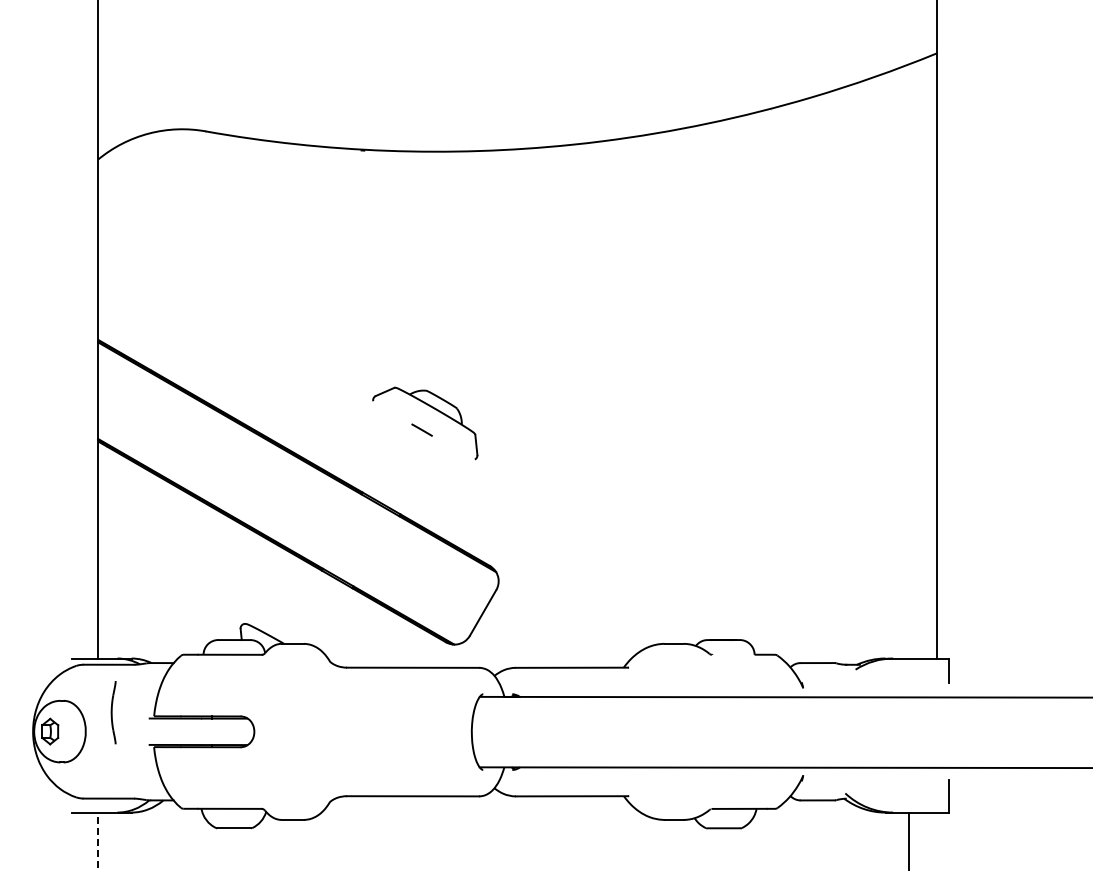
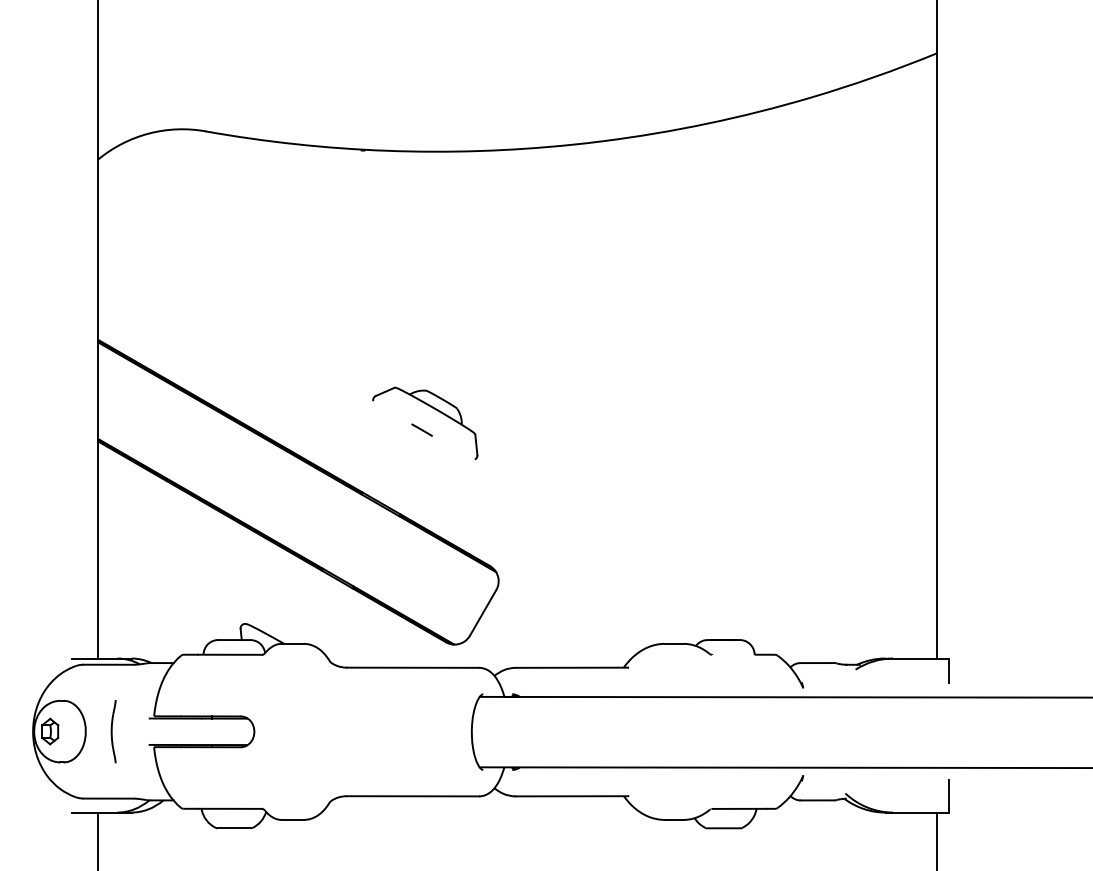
part at (113, 712) position: (113, 712) -> (113, 731)
line at (908, 839) position: (908, 839) -> (936, 839)
line at (98, 841): dashed -> solid
